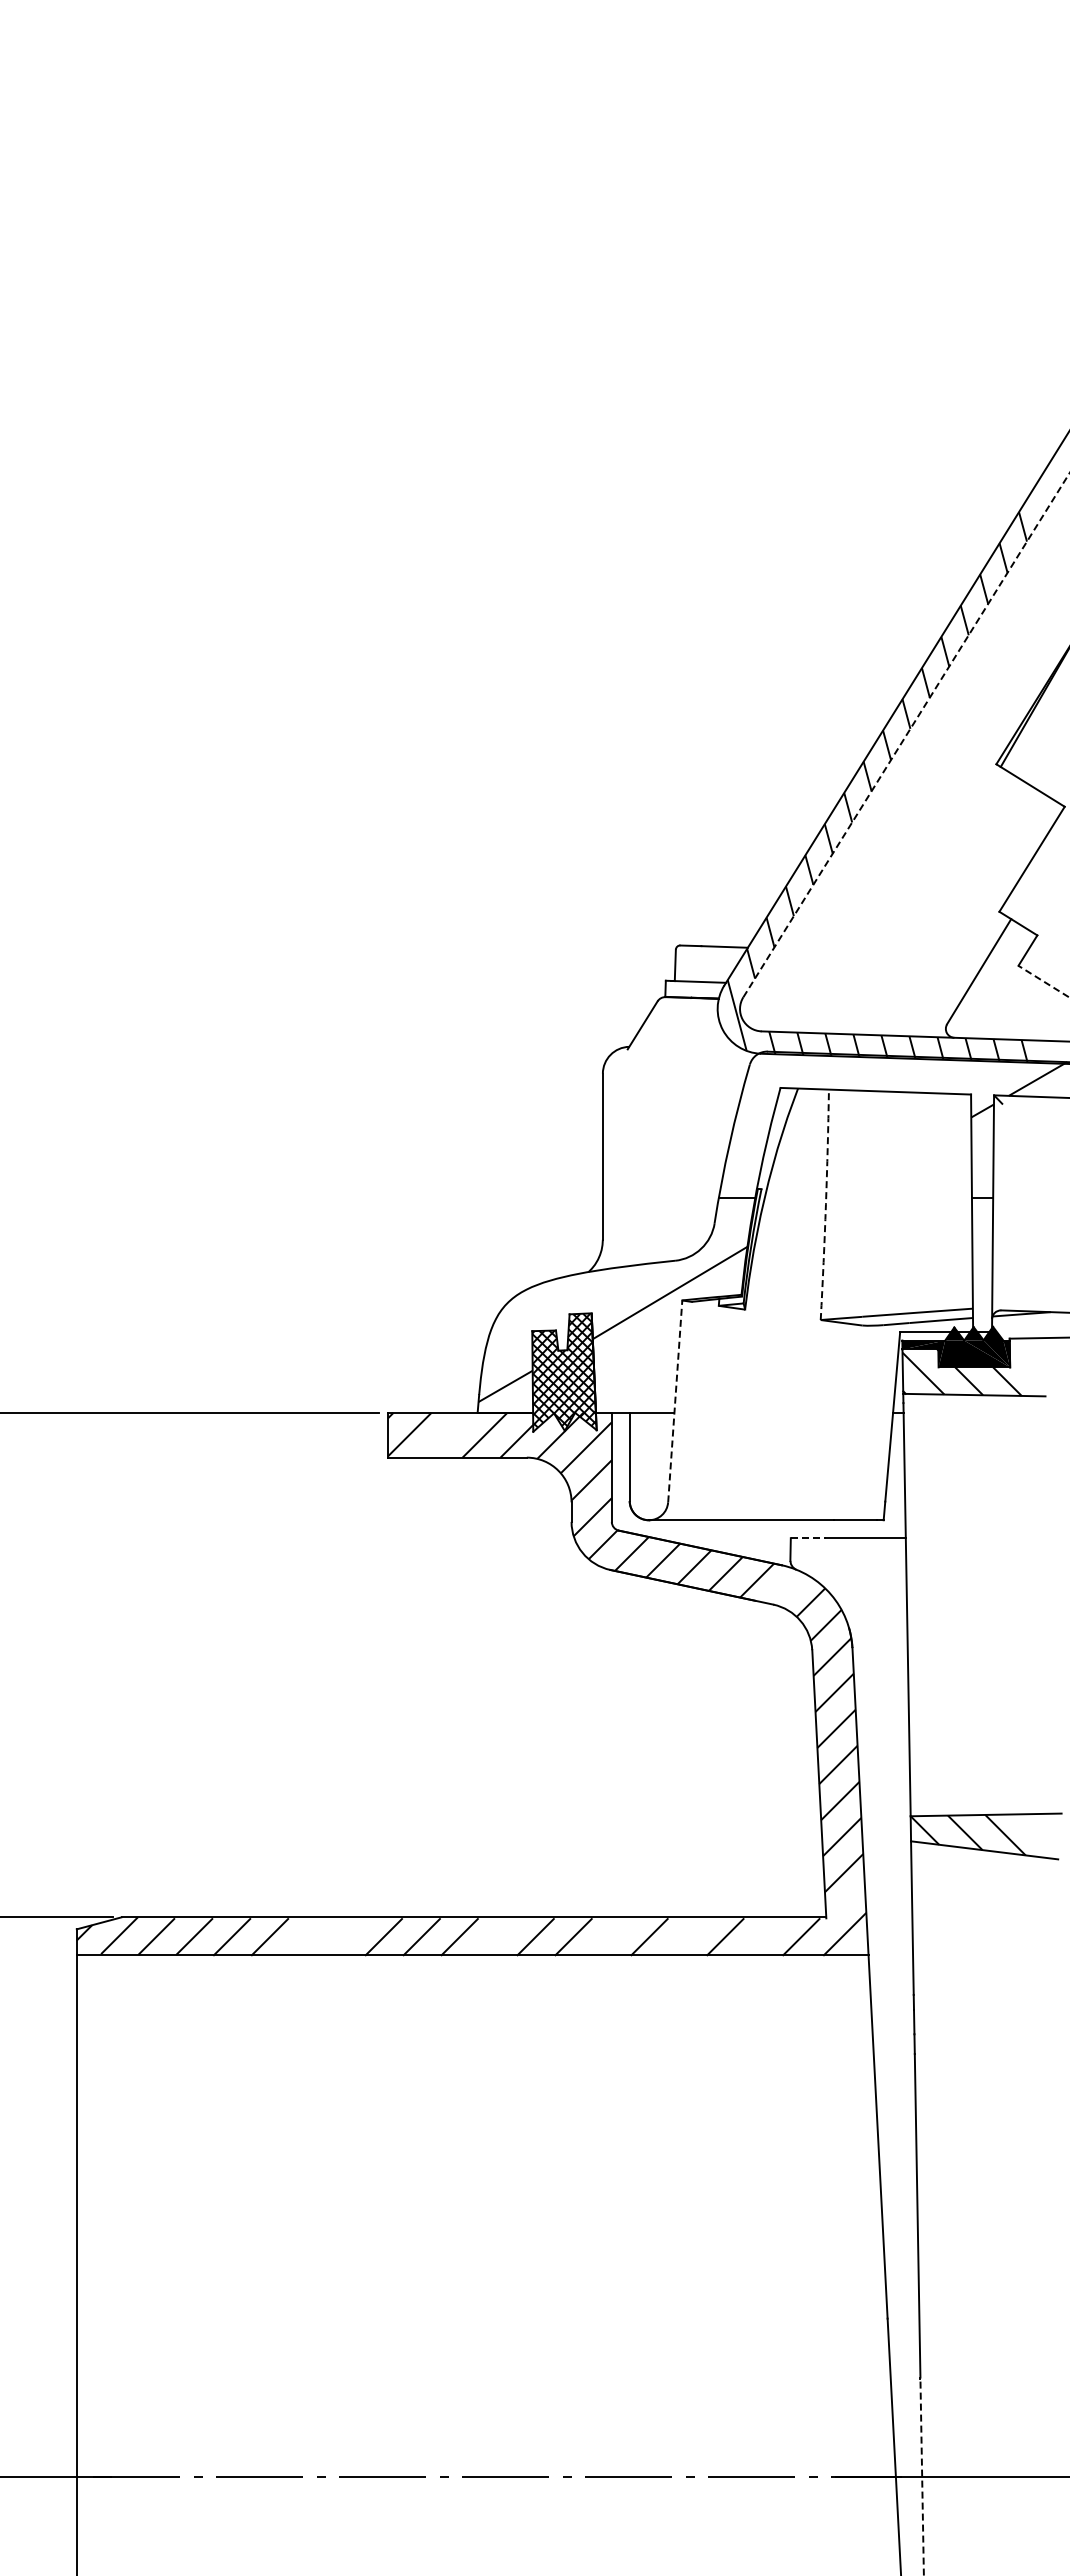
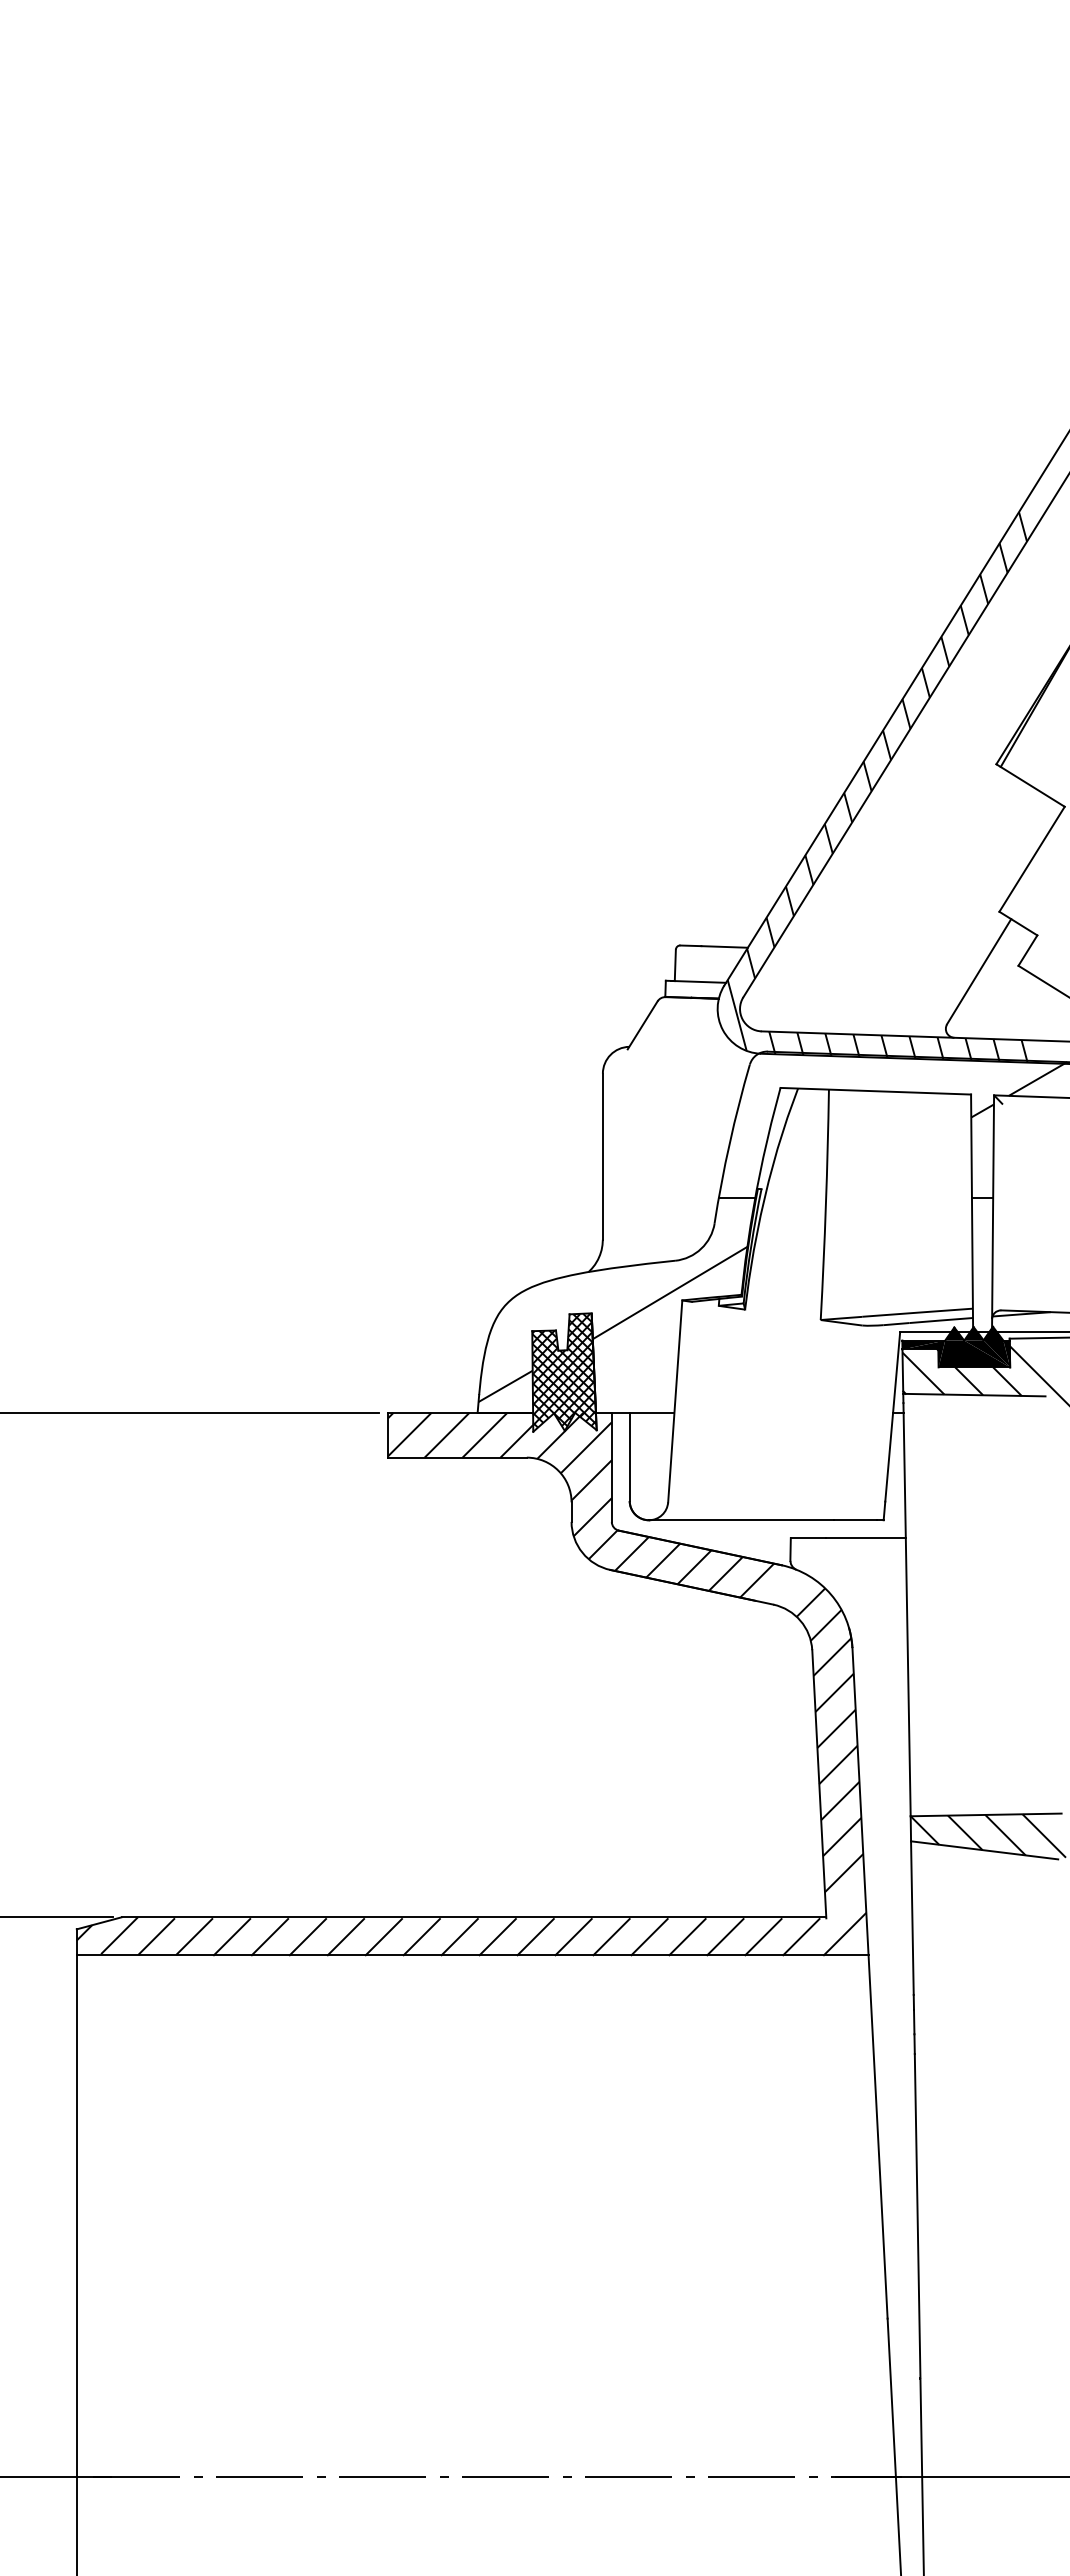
line at (906, 734): dashed -> solid
line at (1043, 981): dashed -> solid
arc at (825, 1204): dashed -> solid
line at (1031, 1332): none -> present
line at (1037, 1374): none -> present
line at (675, 1400): dashed -> solid
line at (446, 1434): none -> present
line at (808, 1538): dashed -> solid
line at (1043, 1835): none -> present
line at (307, 1936): none -> present
line at (345, 1936): none -> present
line at (497, 1936): none -> present
line at (611, 1936): none -> present
line at (687, 1936): none -> present
line at (763, 1936): none -> present
line at (922, 2477): dashed -> solid
